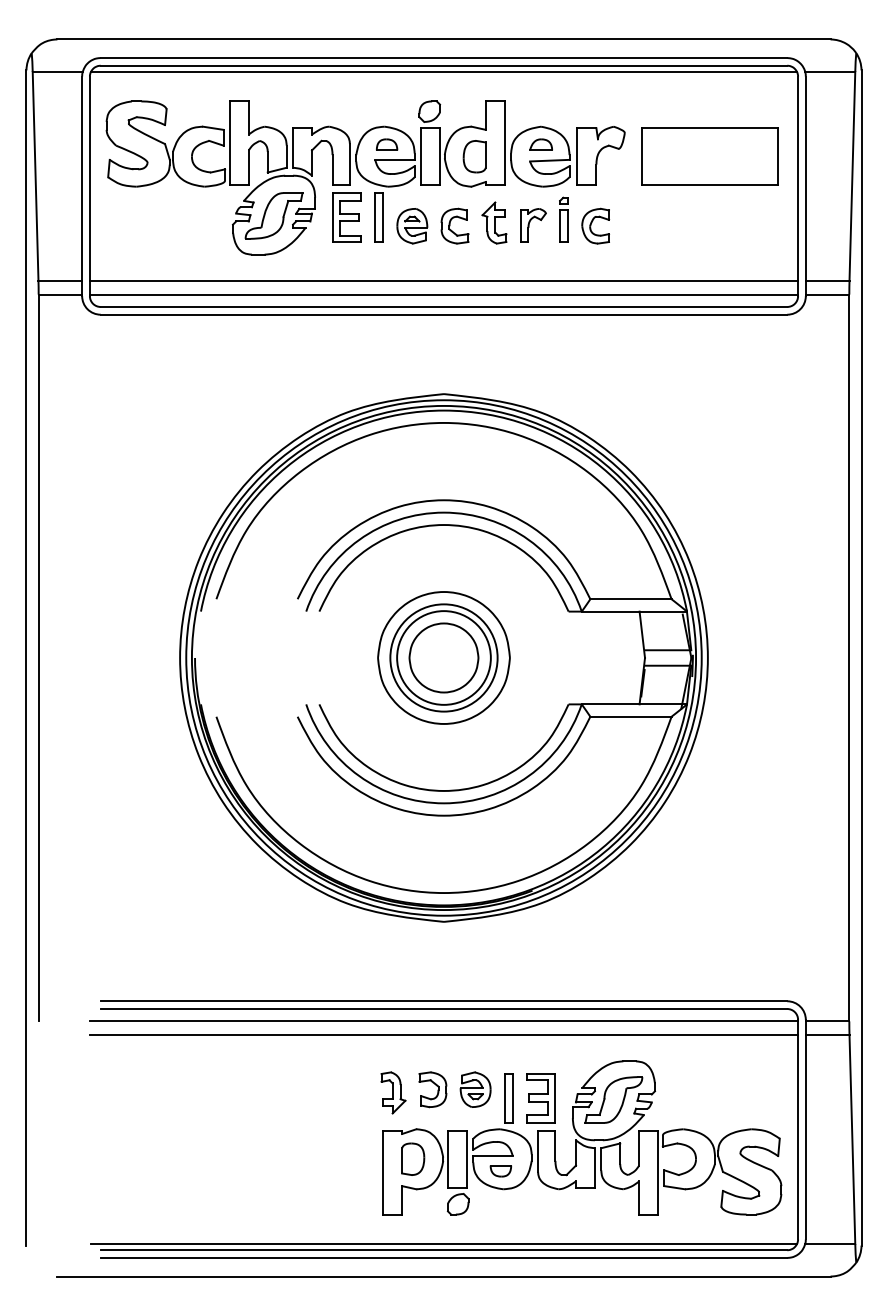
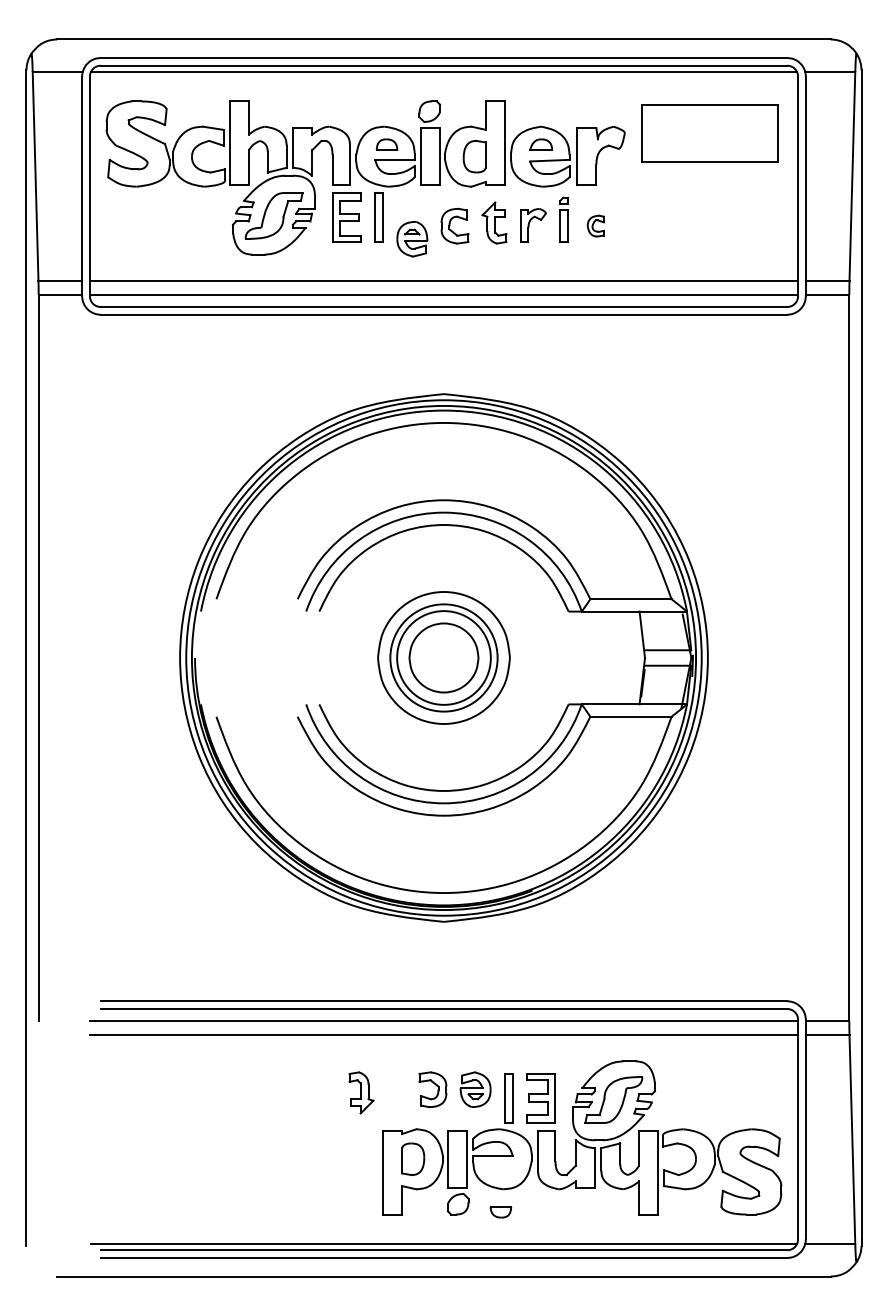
part at (709, 156) position: (709, 156) -> (709, 133)
part at (595, 225) size: 30x38 px -> 19x24 px
part at (412, 226) position: (412, 226) -> (412, 239)
part at (393, 1092) position: (393, 1092) -> (361, 1092)
part at (500, 1171) position: (500, 1171) -> (500, 1212)
